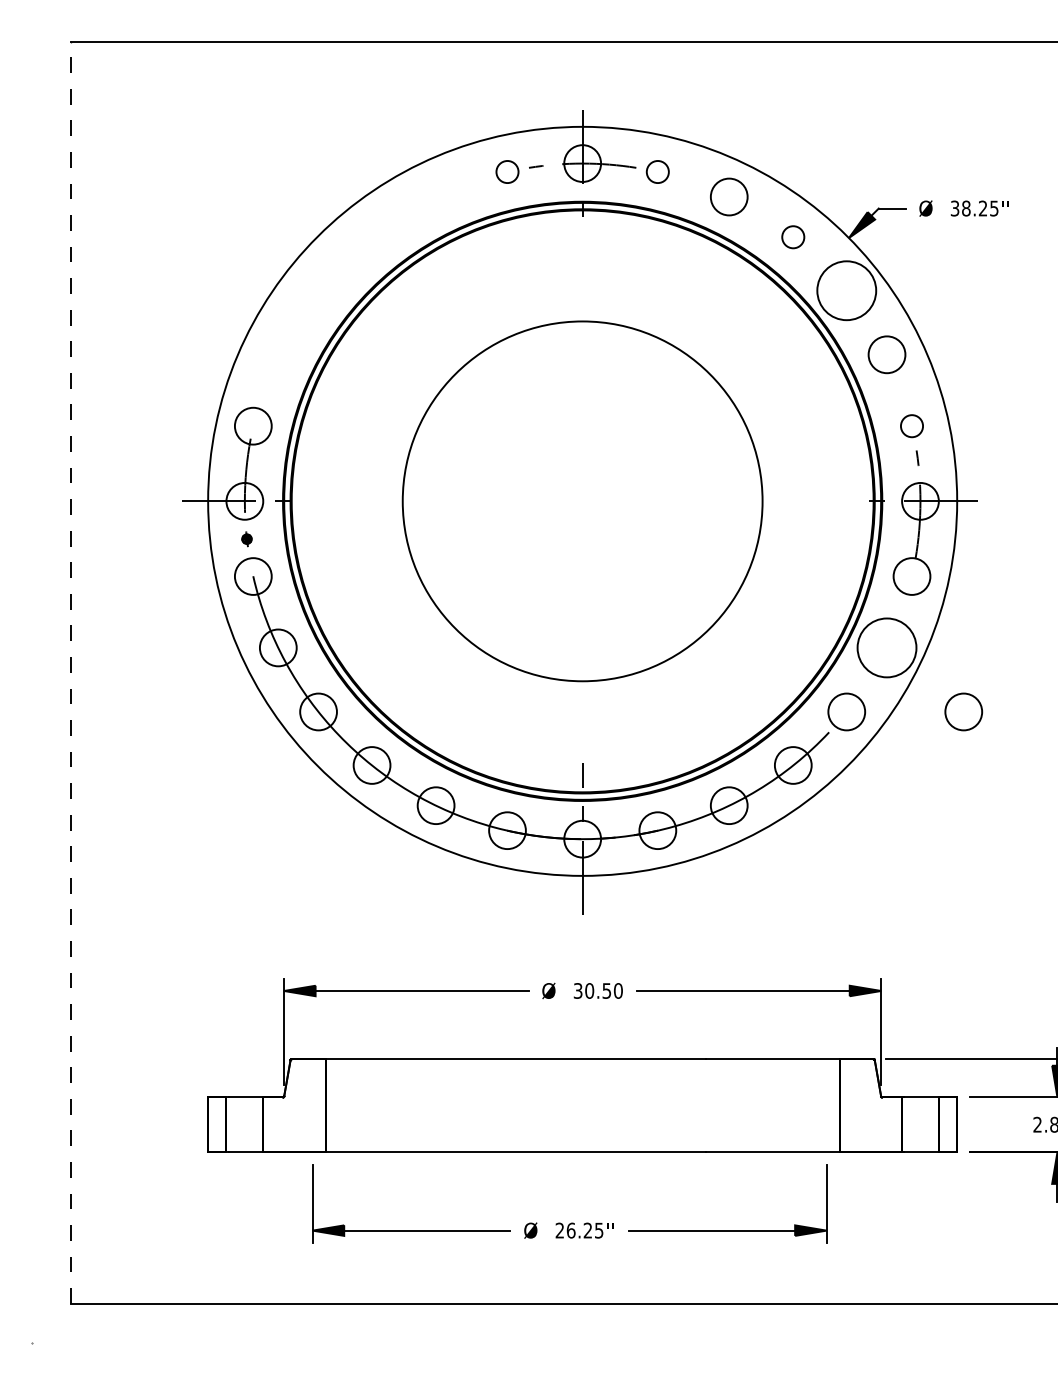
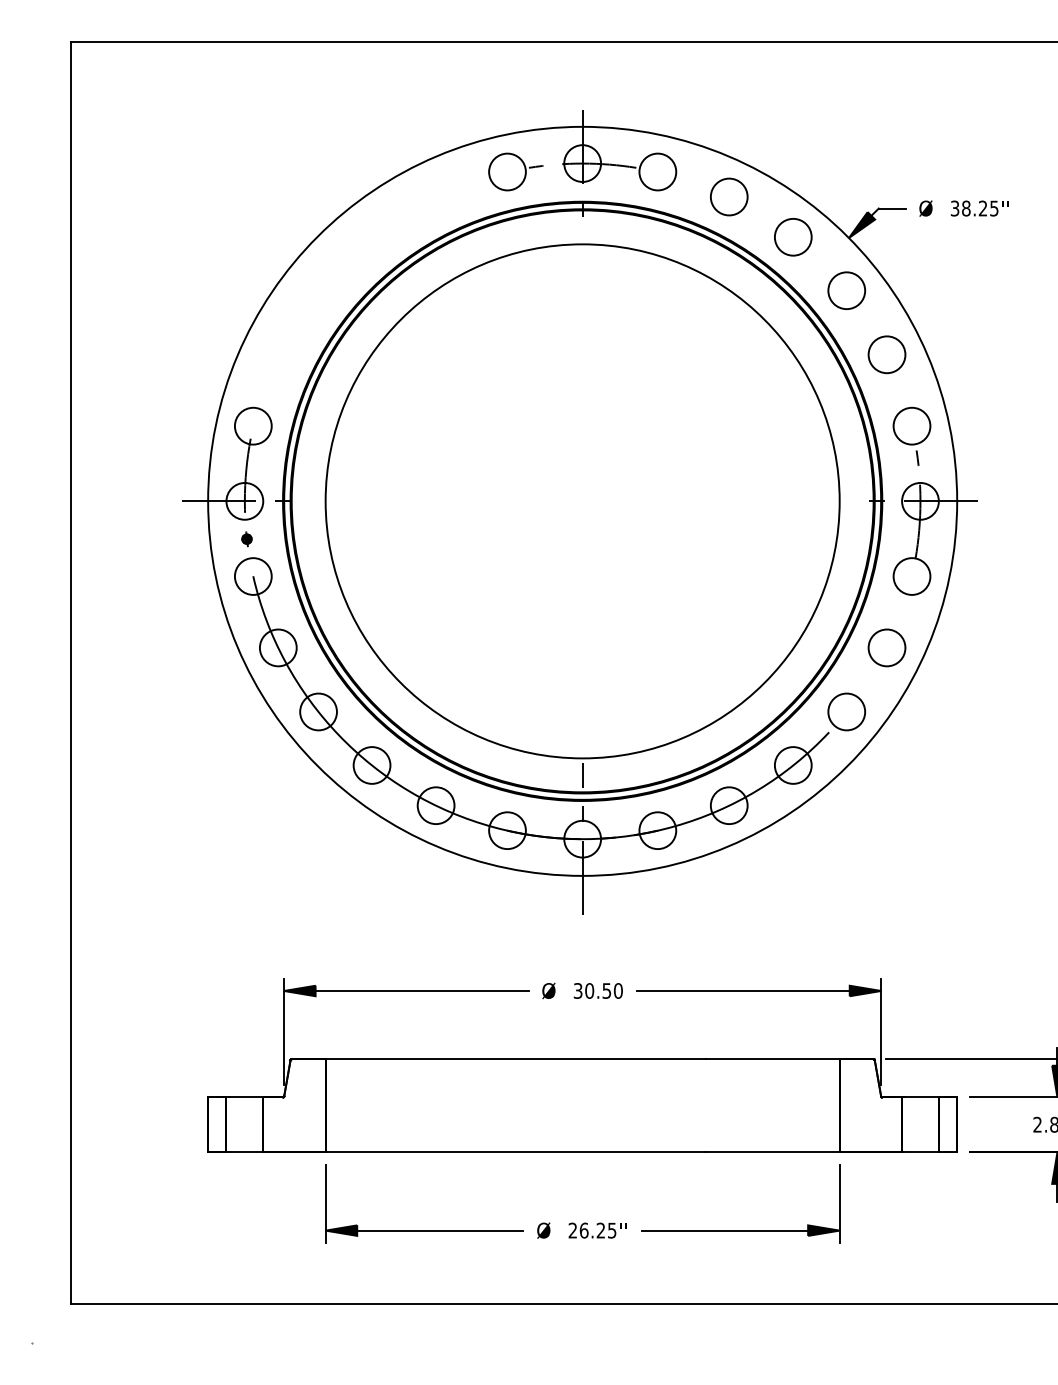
circle at (507, 172) diameter: 22 px -> 37 px
circle at (657, 172) diameter: 22 px -> 37 px
circle at (793, 237) diameter: 22 px -> 37 px
circle at (846, 290) diameter: 59 px -> 37 px
circle at (911, 426) diameter: 22 px -> 37 px
circle at (582, 501) diameter: 360 px -> 514 px
circle at (886, 647) diameter: 59 px -> 37 px
line at (71, 672): dashed -> solid
circle at (963, 711): present -> none
part at (571, 1222) position: (571, 1222) -> (584, 1222)
